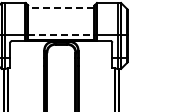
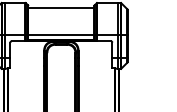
line at (60, 8): dashed -> solid
line at (61, 34): dashed -> solid
